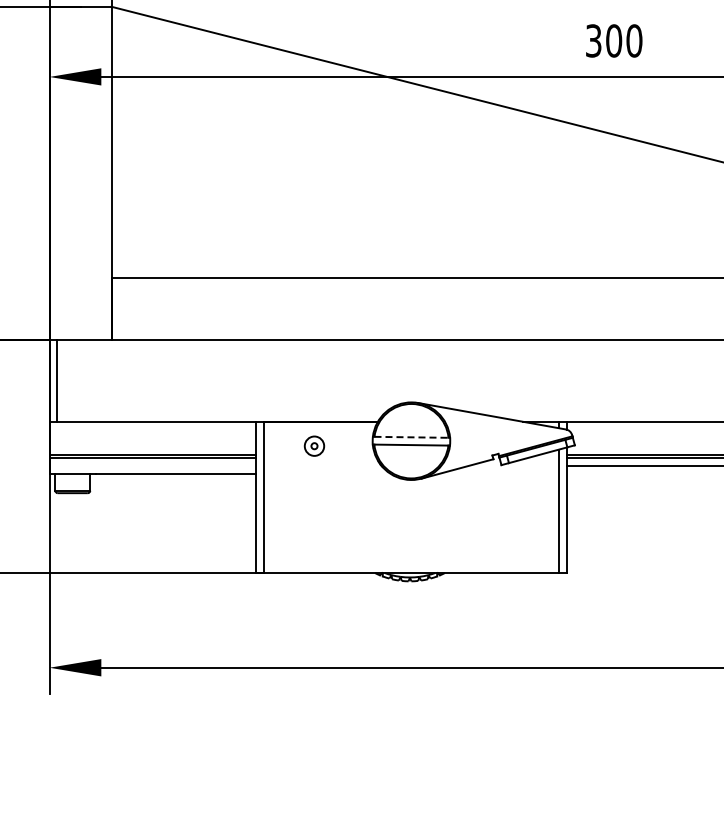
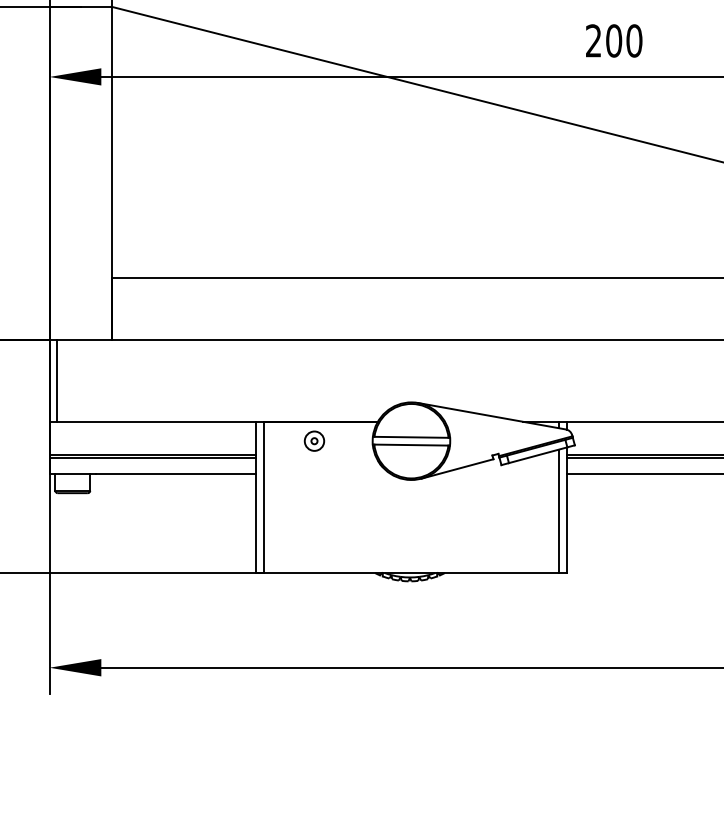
text at (593, 40): 300 -> 200
line at (412, 437): dashed -> solid
part at (314, 445) position: (314, 445) -> (314, 440)
line at (643, 466) position: (643, 466) -> (643, 474)
